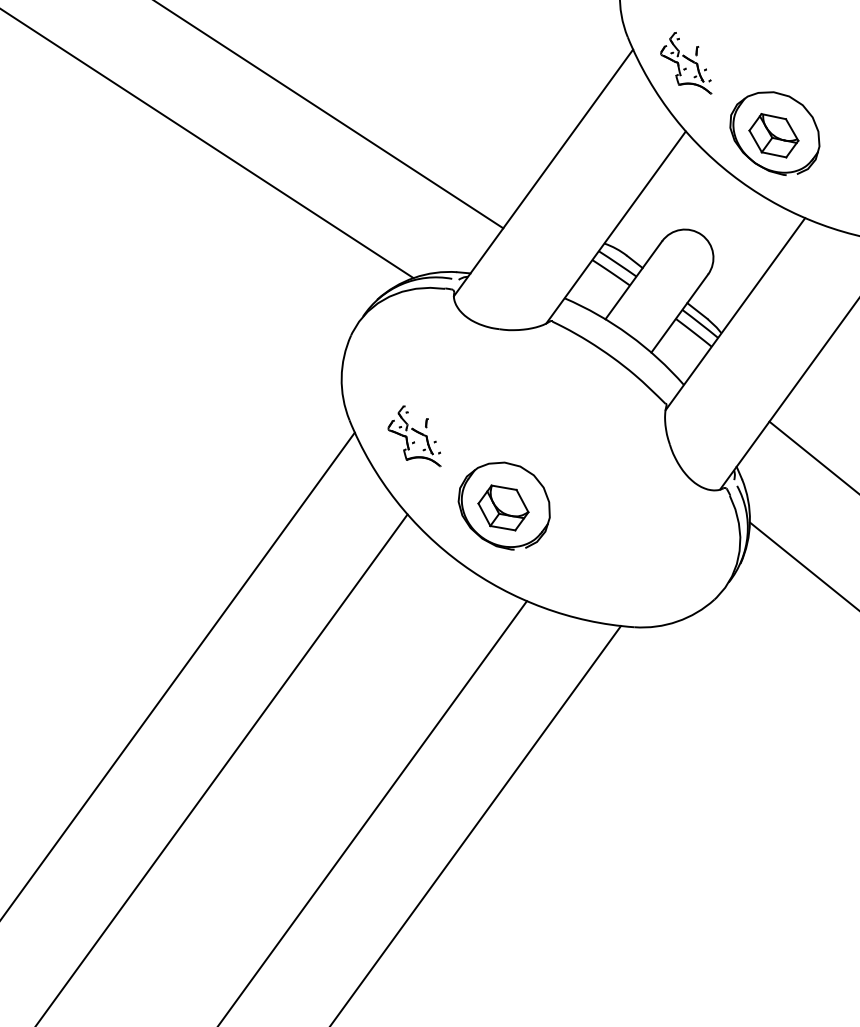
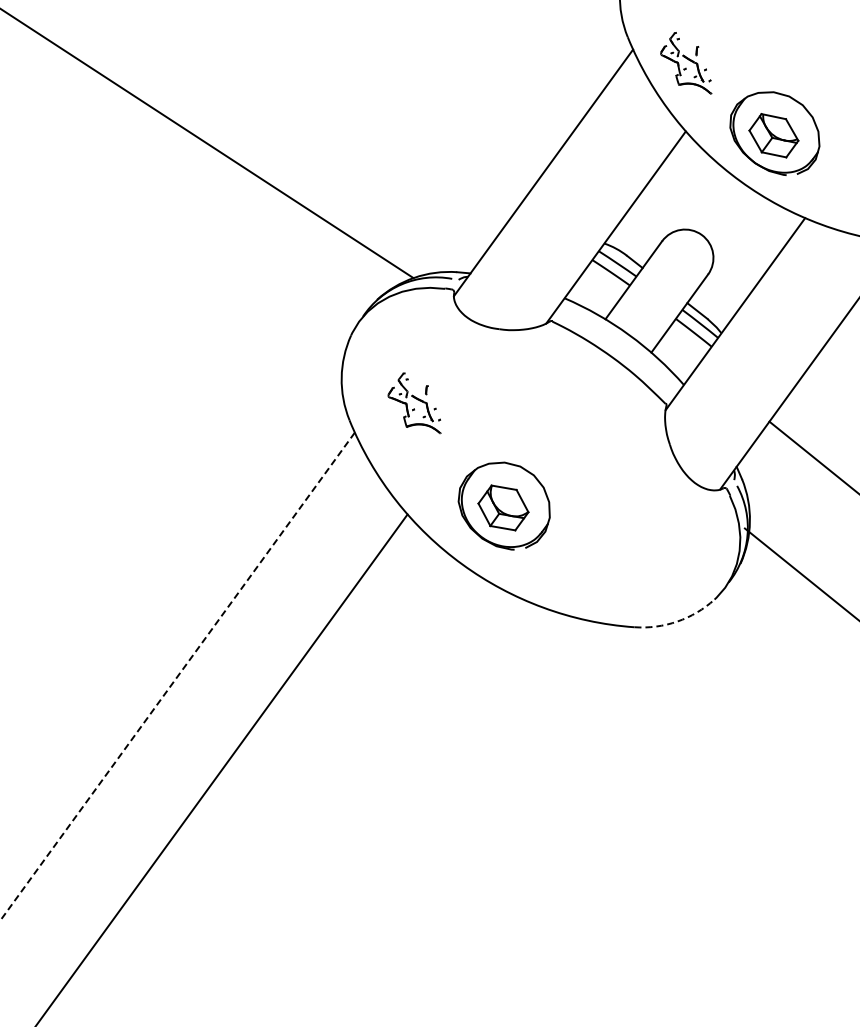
line at (329, 115): present -> none
part at (414, 436) position: (414, 436) -> (414, 403)
line at (802, 565) position: (802, 565) -> (800, 573)
arc at (677, 621): solid -> dashed
line at (177, 676): solid -> dashed
line at (373, 812): present -> none
line at (476, 824): present -> none
